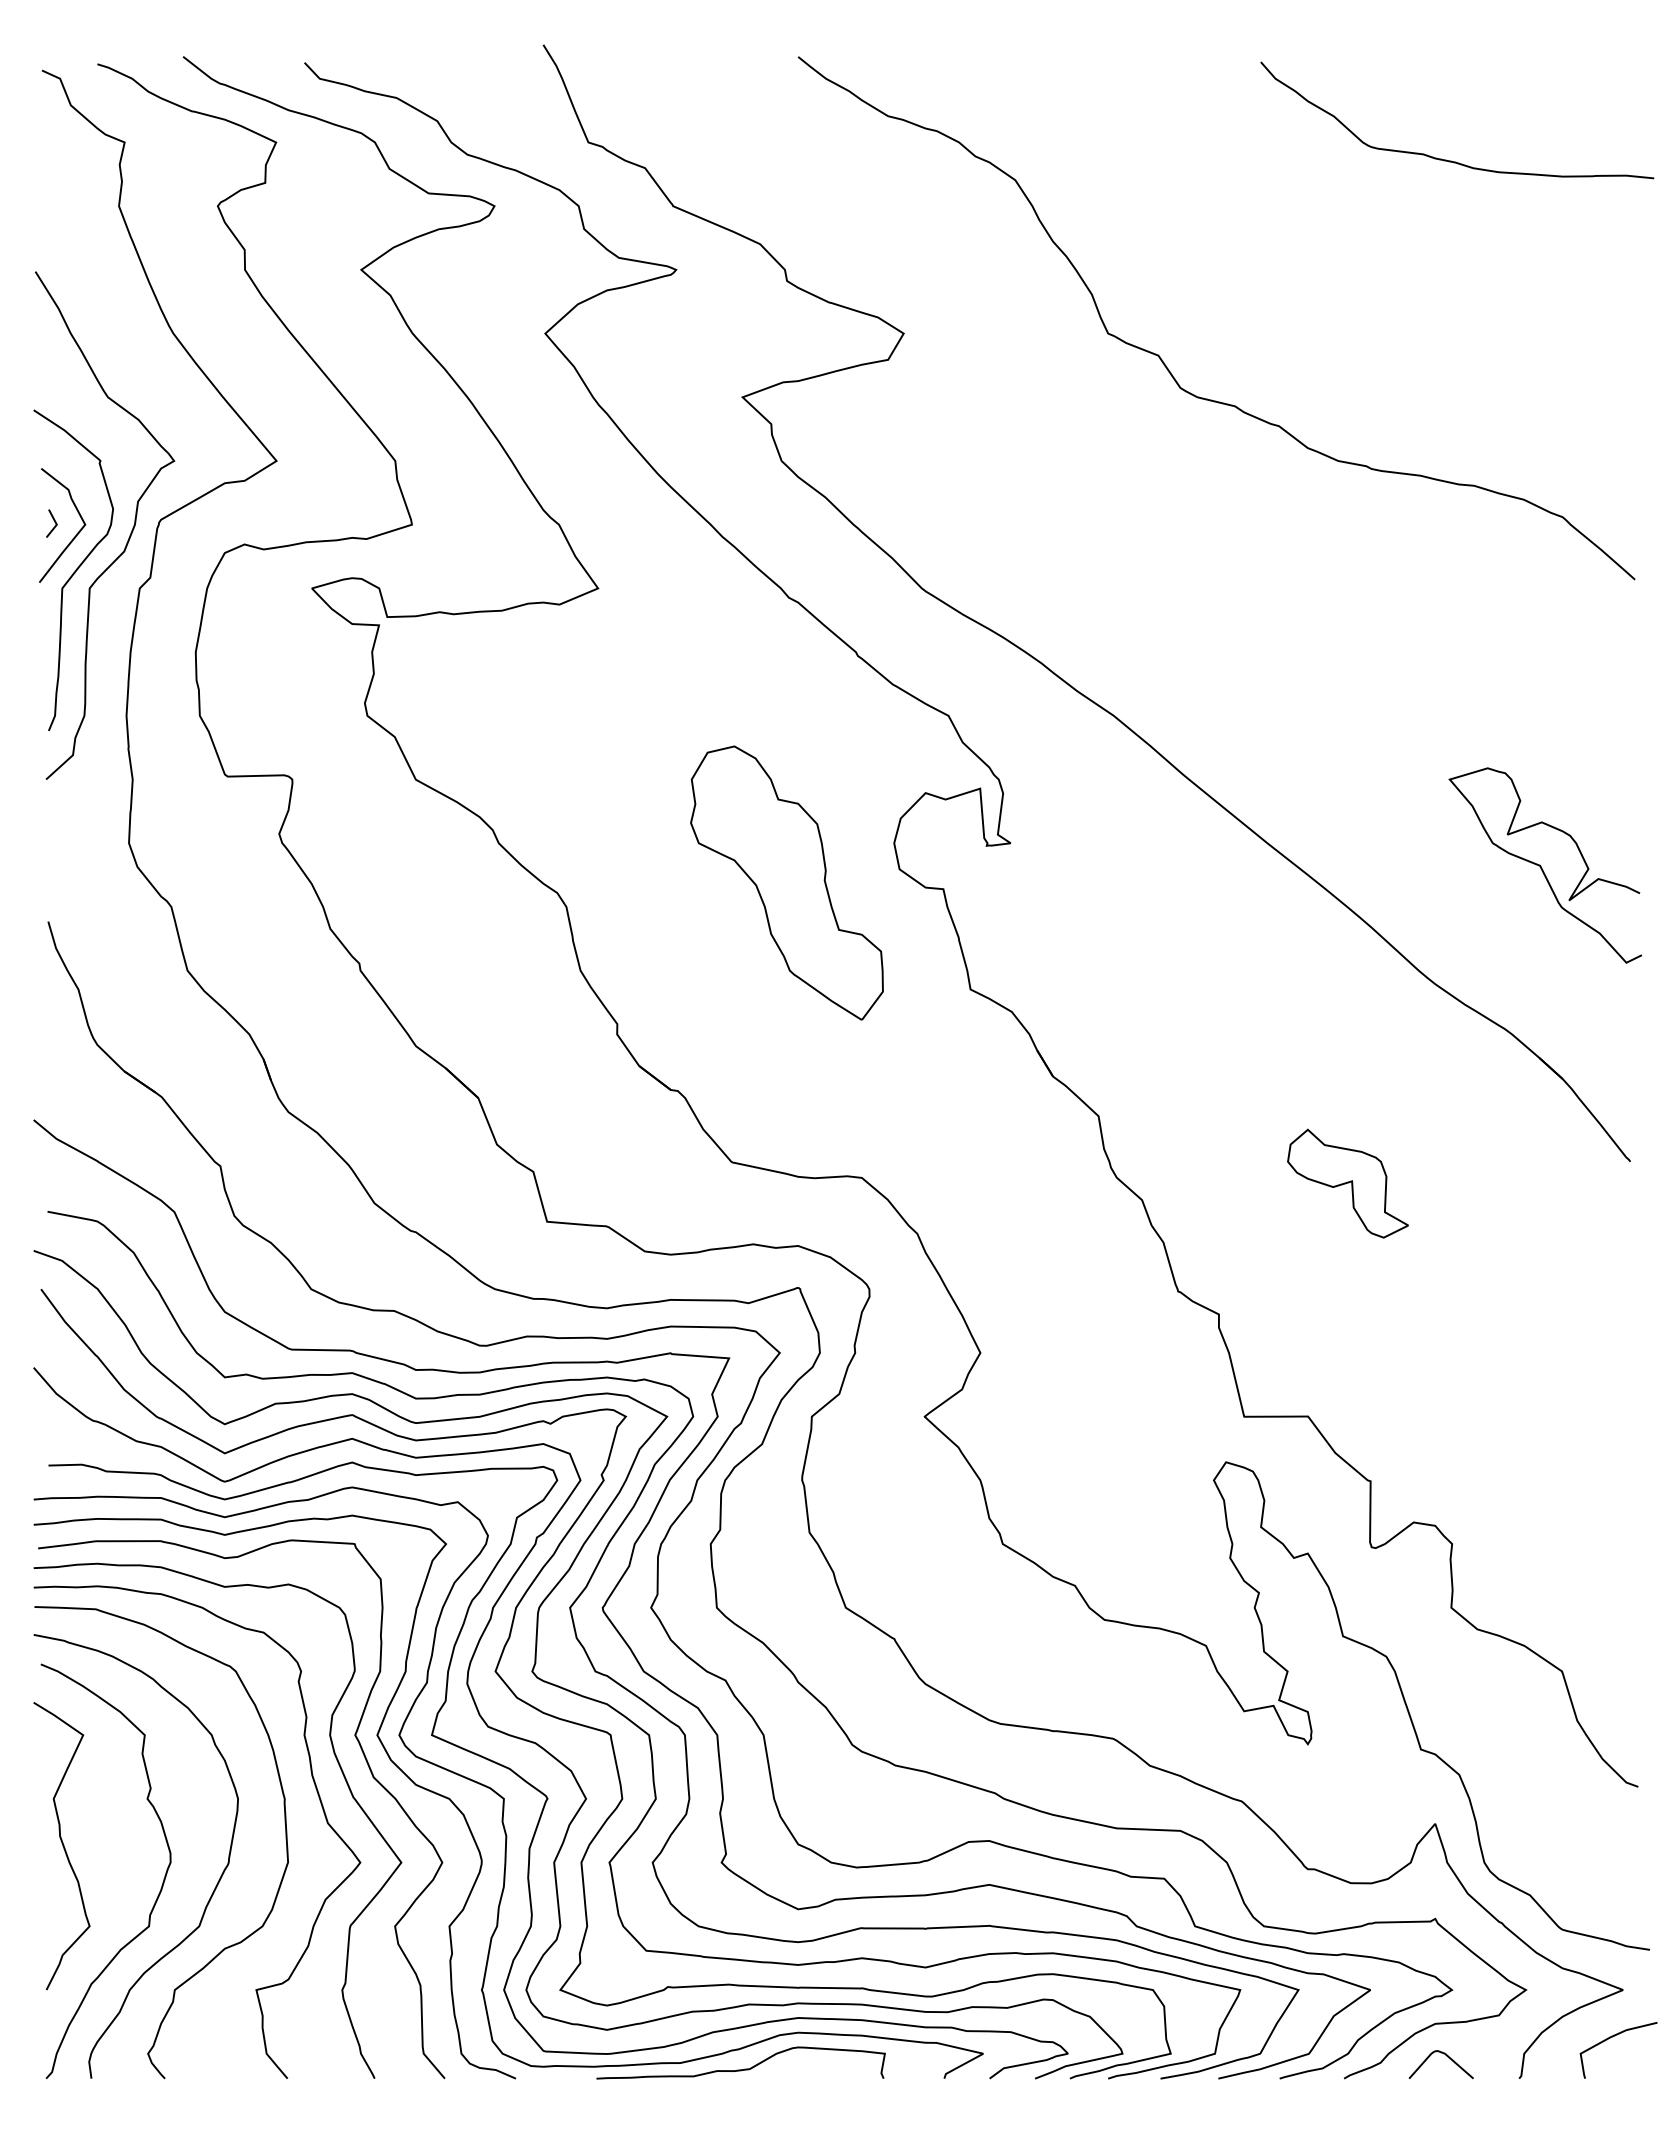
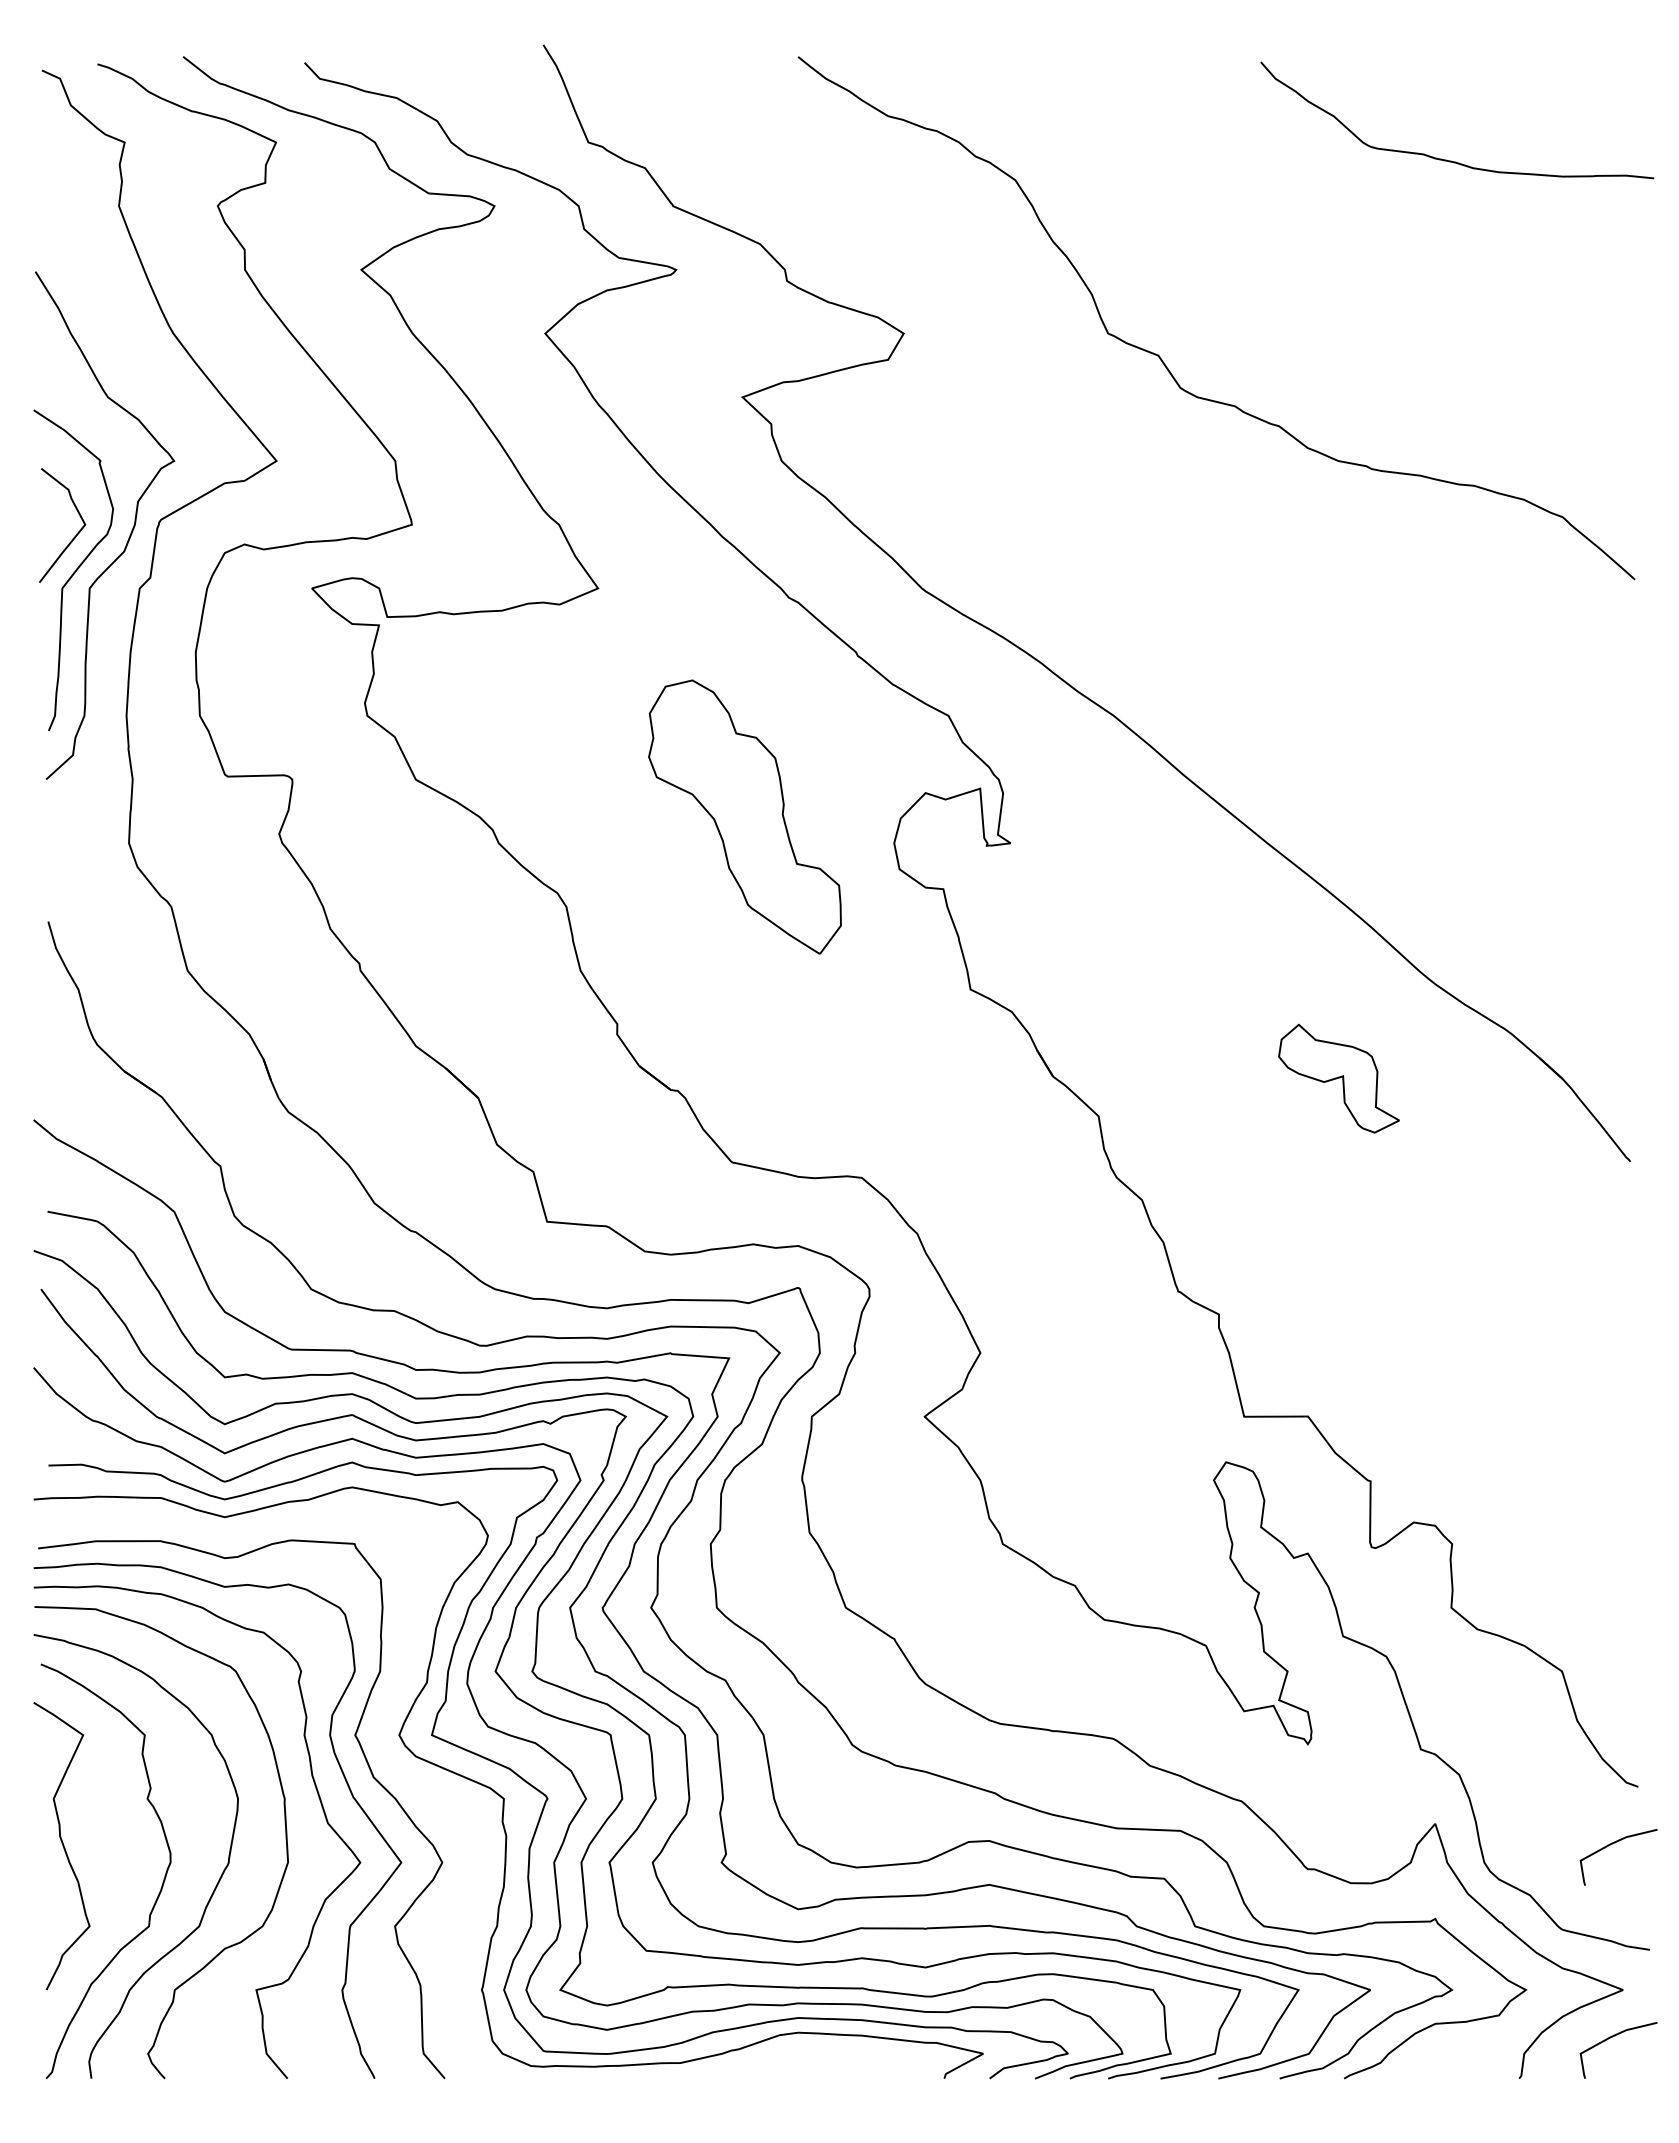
line at (54, 522): present -> none
curve at (1541, 865): present -> none
part at (786, 882) position: (786, 882) -> (744, 816)
part at (1347, 1183) position: (1347, 1183) -> (1338, 1078)
curve at (380, 1743): present -> none
curve at (1615, 1843): none -> present
curve at (1447, 2057): present -> none
curve at (740, 2069): present -> none
